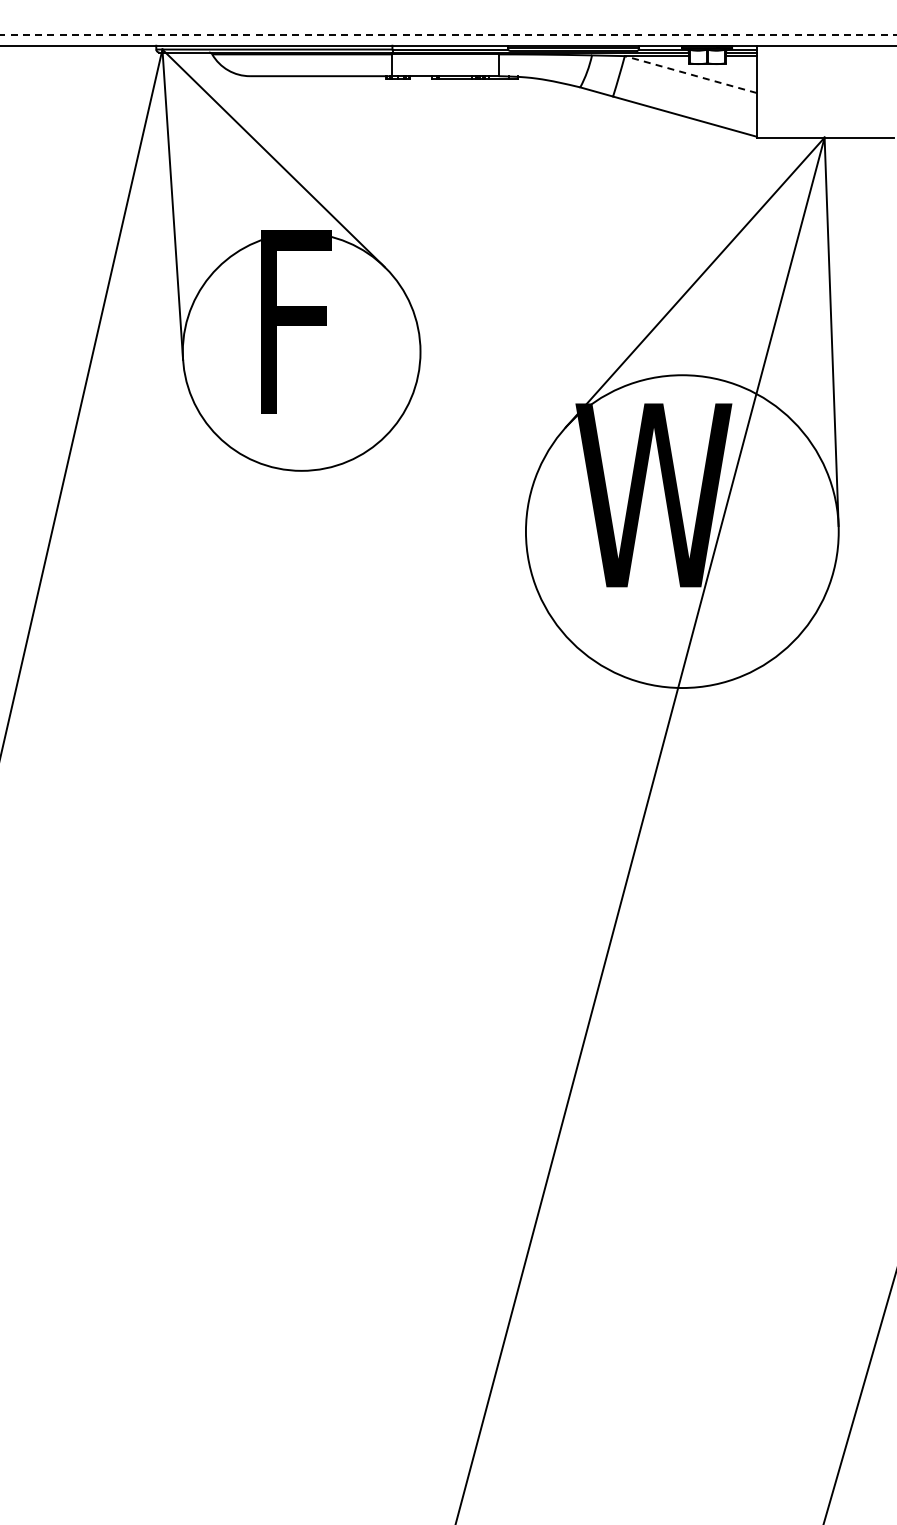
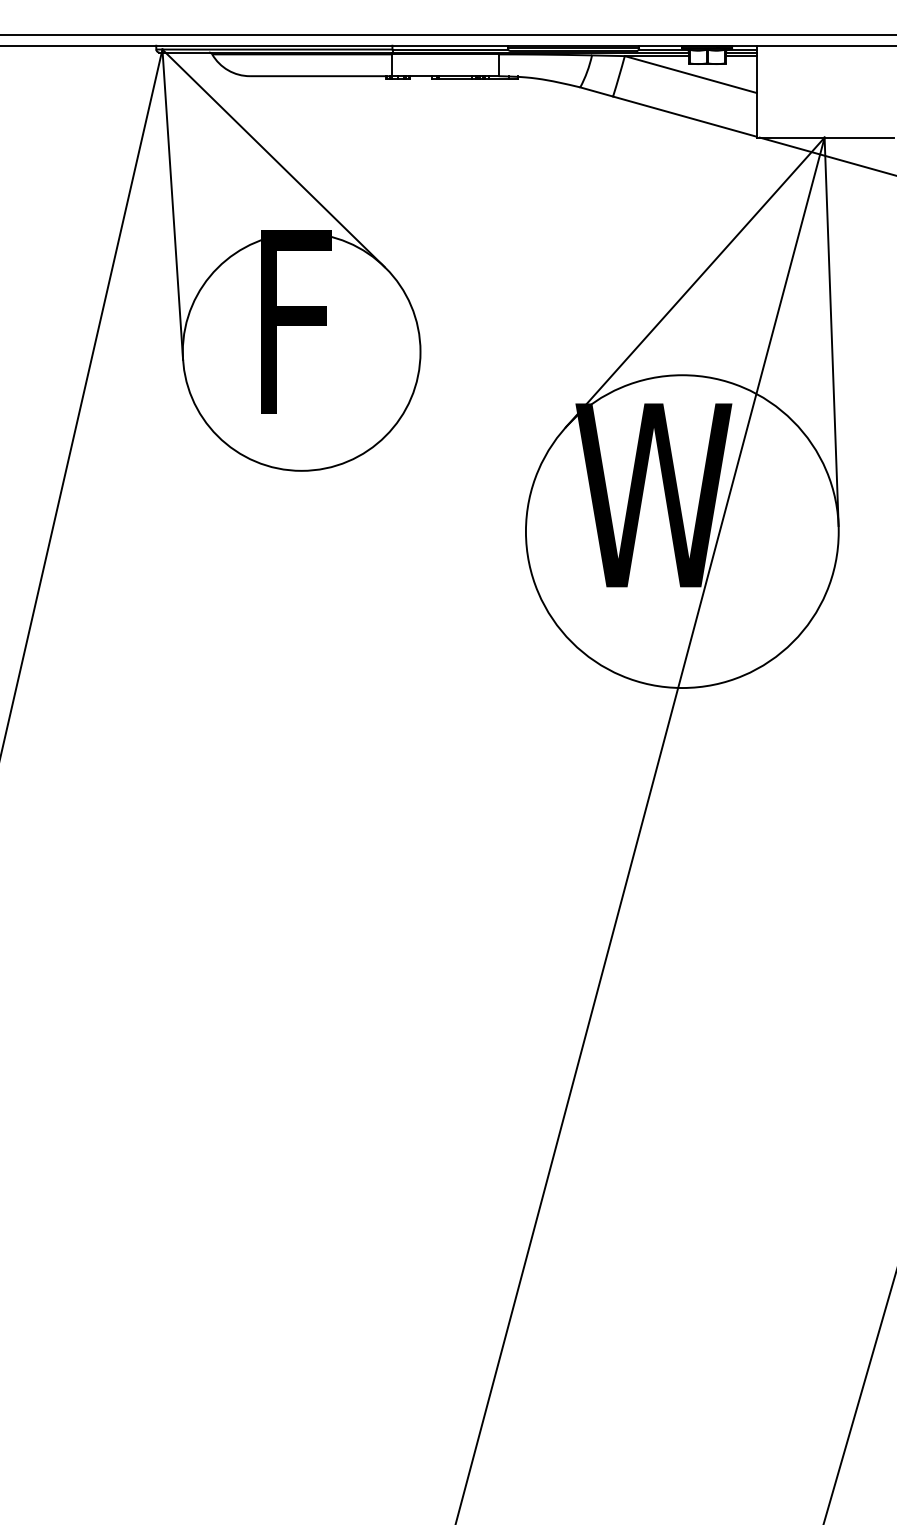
line at (448, 35): dashed -> solid
line at (690, 74): dashed -> solid
line at (826, 155): none -> present
